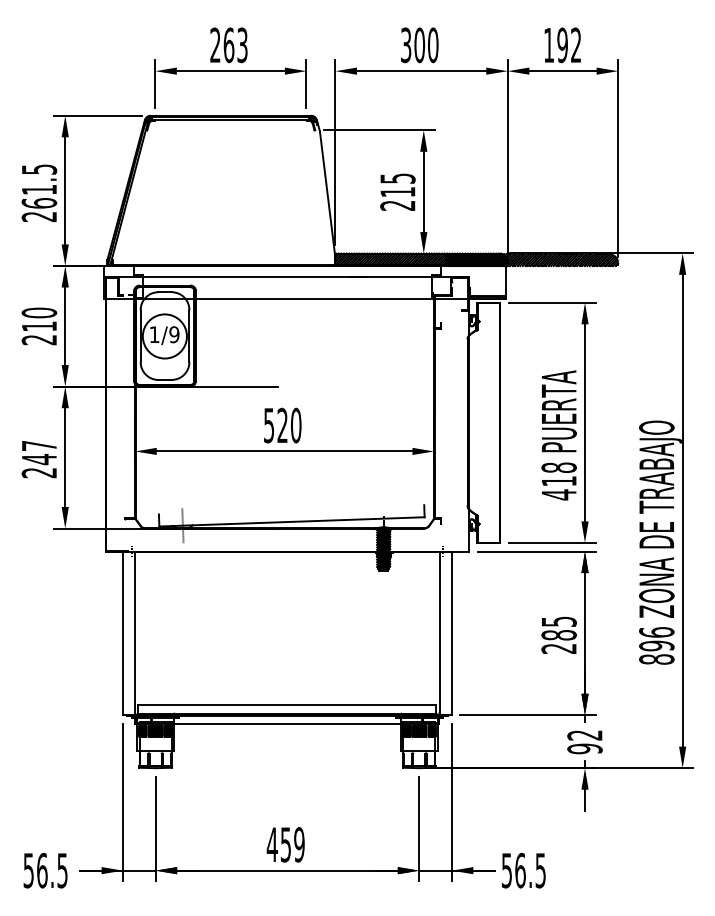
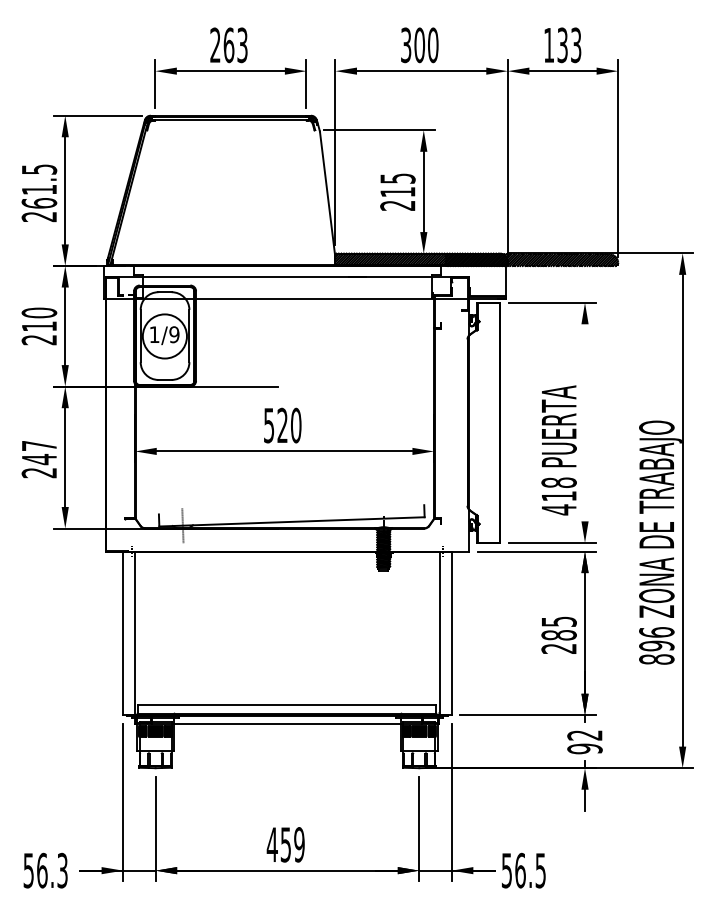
text at (569, 45): 192 -> 133
line at (585, 422): present -> none
text at (558, 435) position: (558, 435) -> (558, 450)
text at (62, 869): 56.5 -> 56.3
